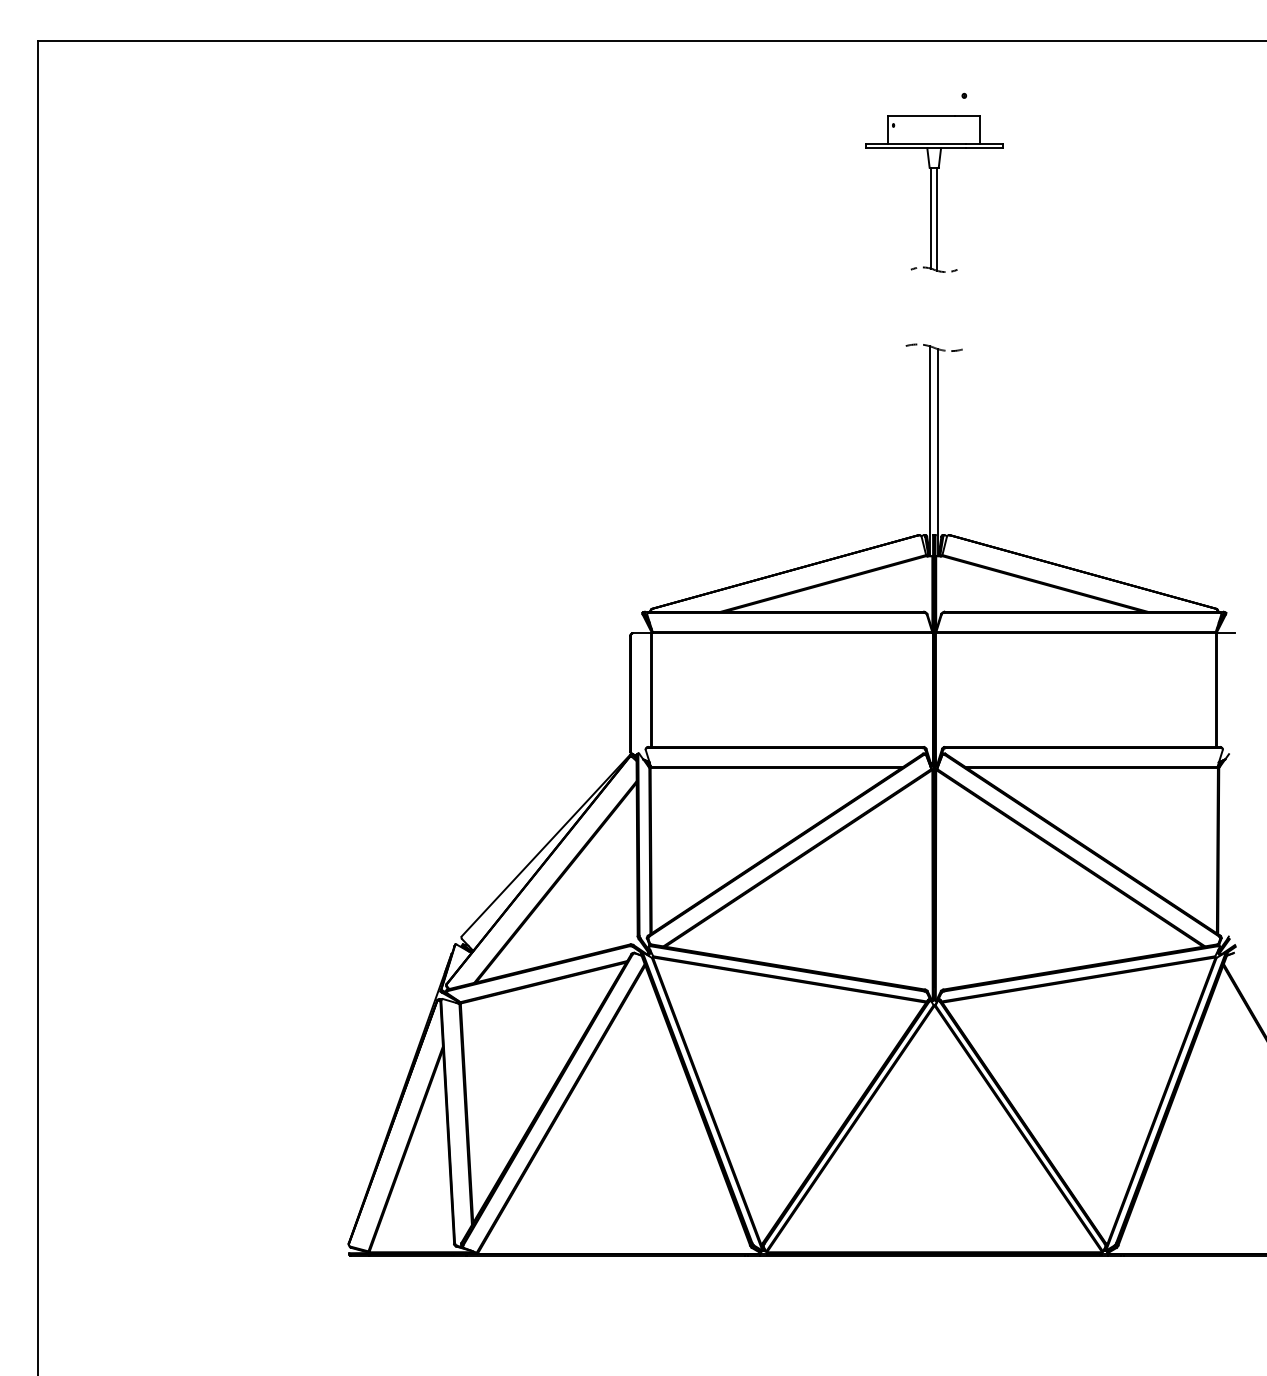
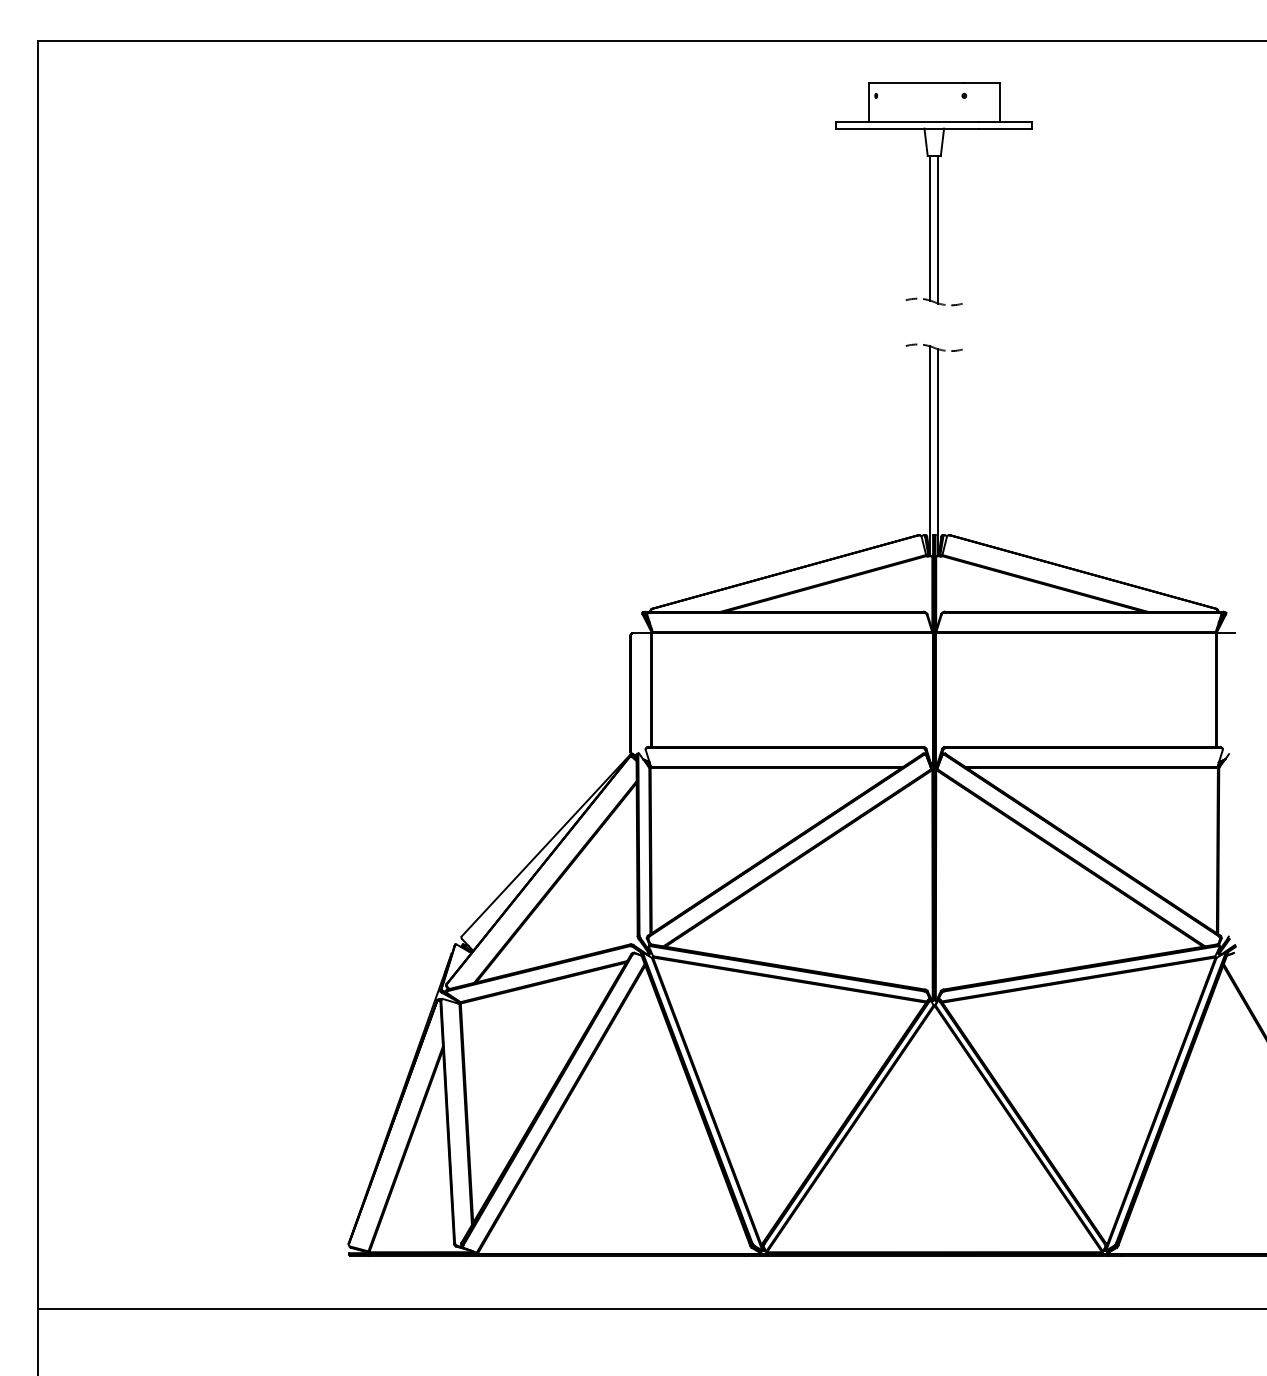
part at (934, 193) size: 139x158 px -> 198x225 px
line at (650, 1309): none -> present
